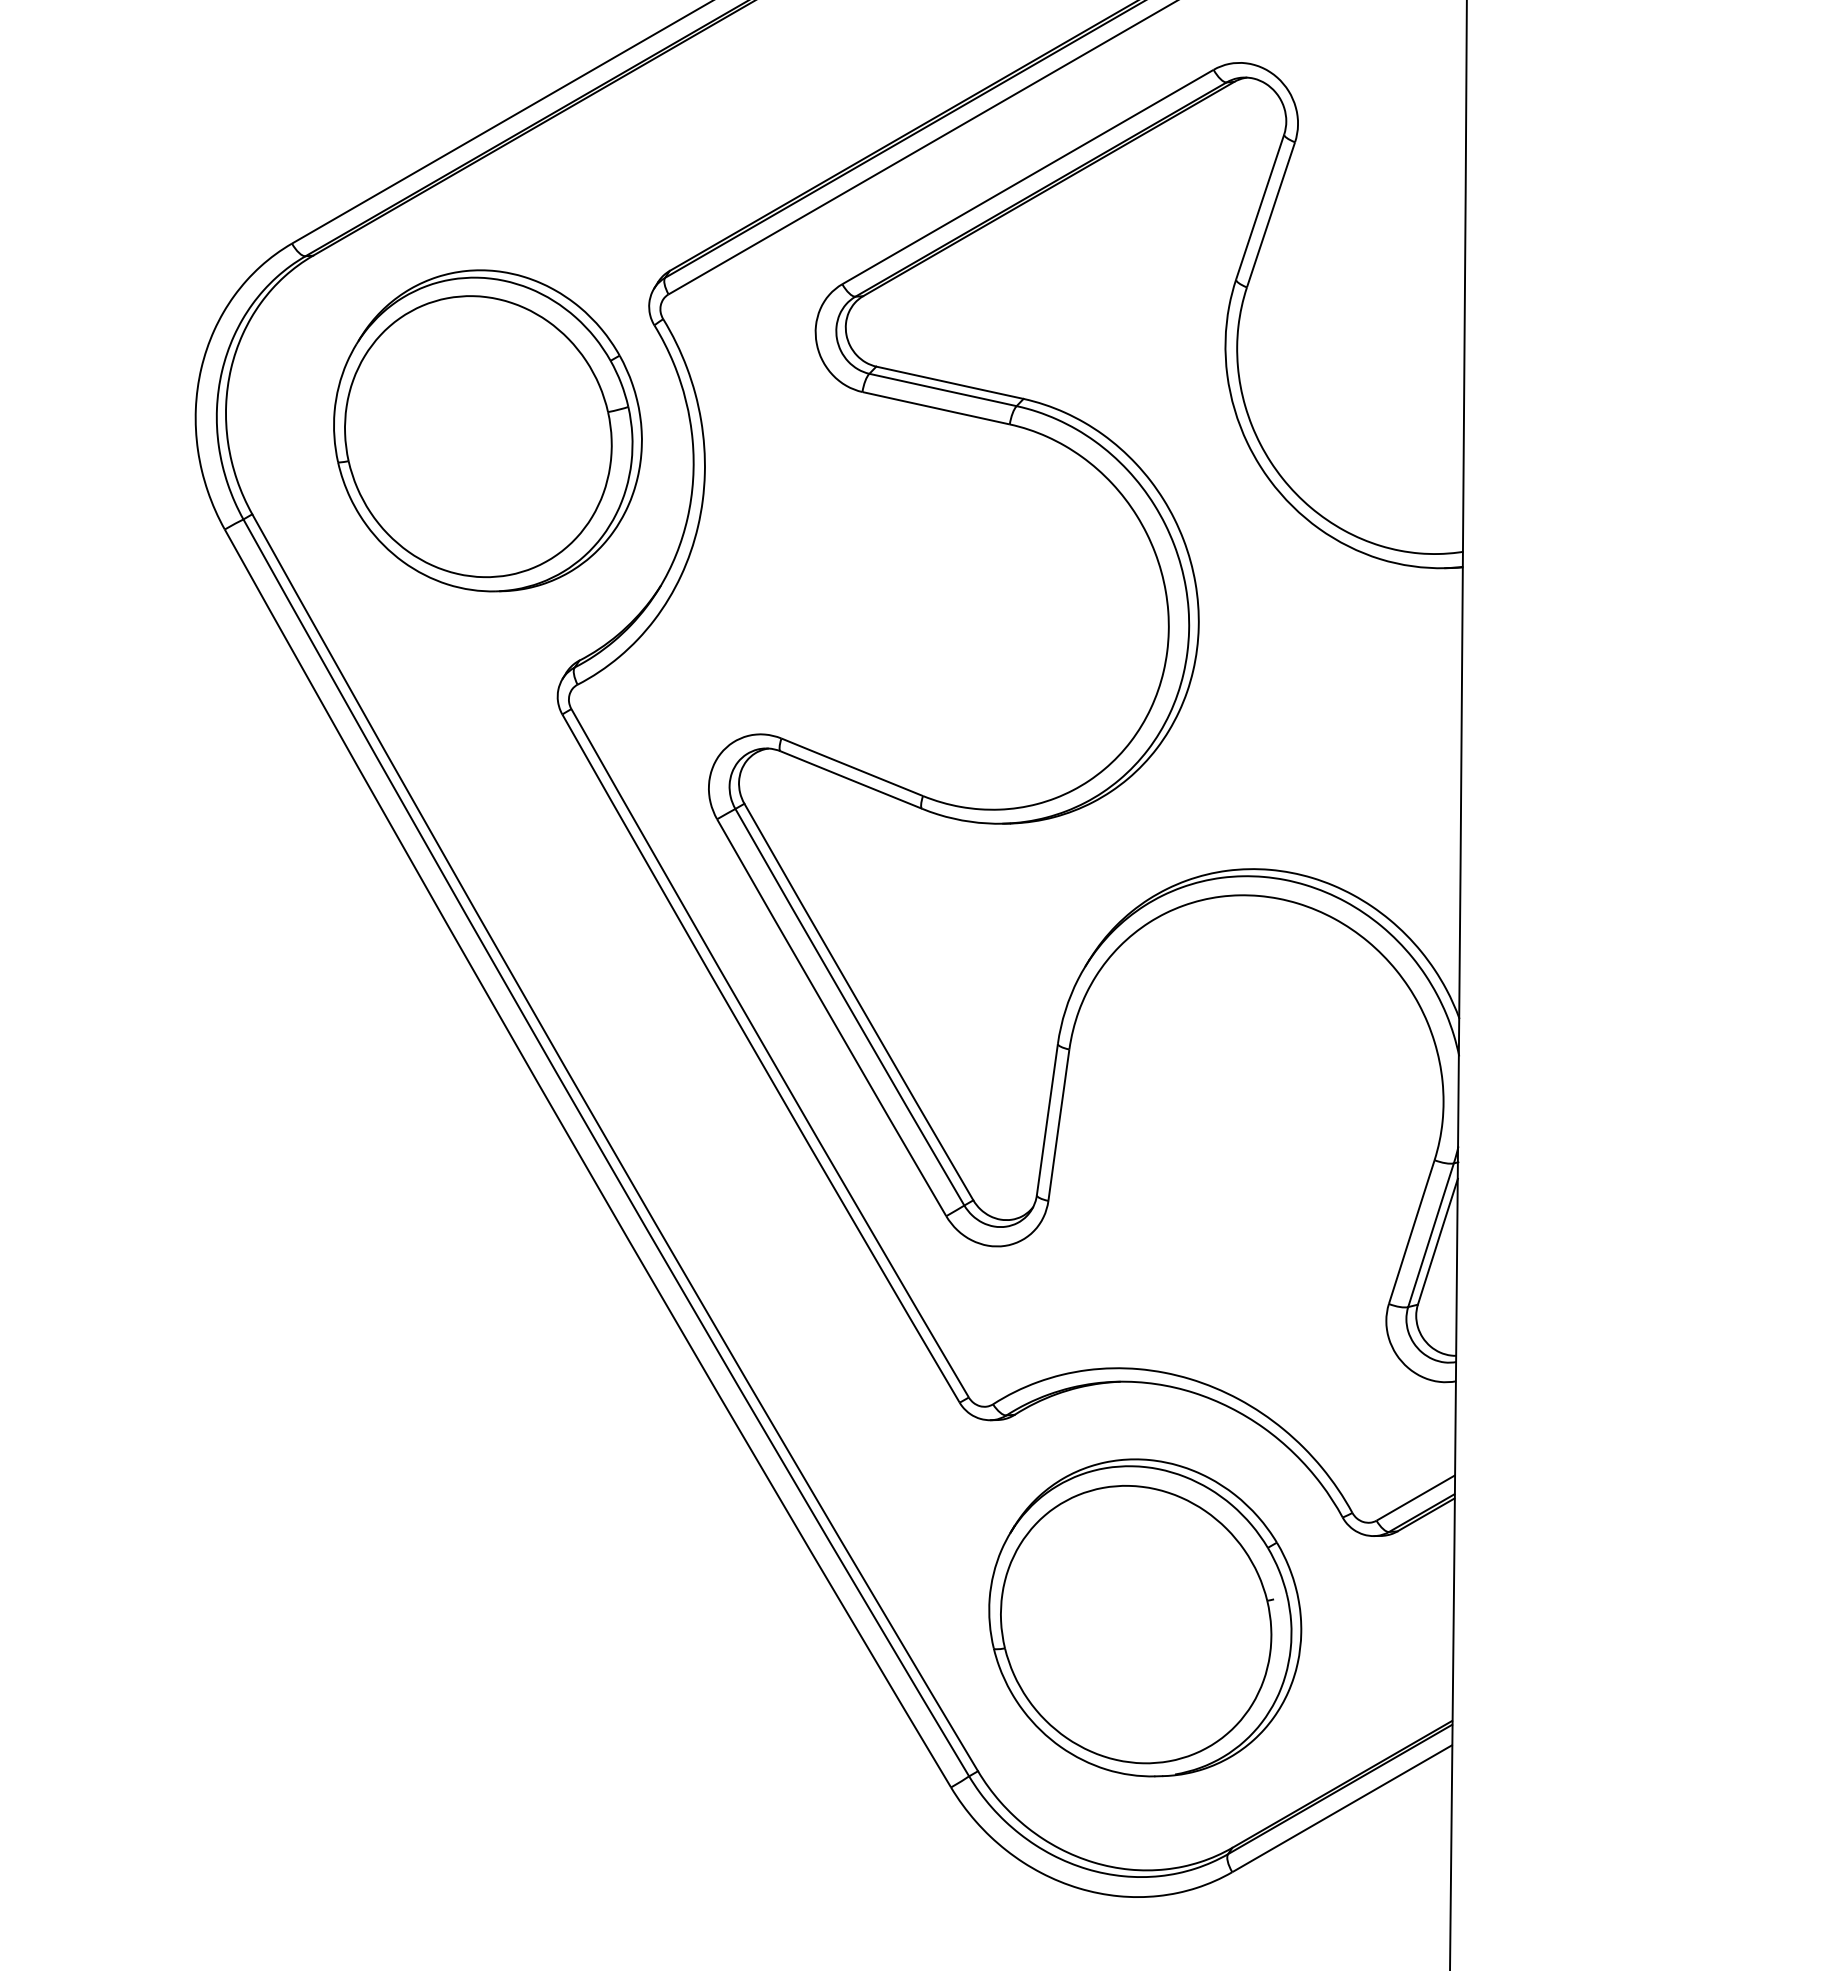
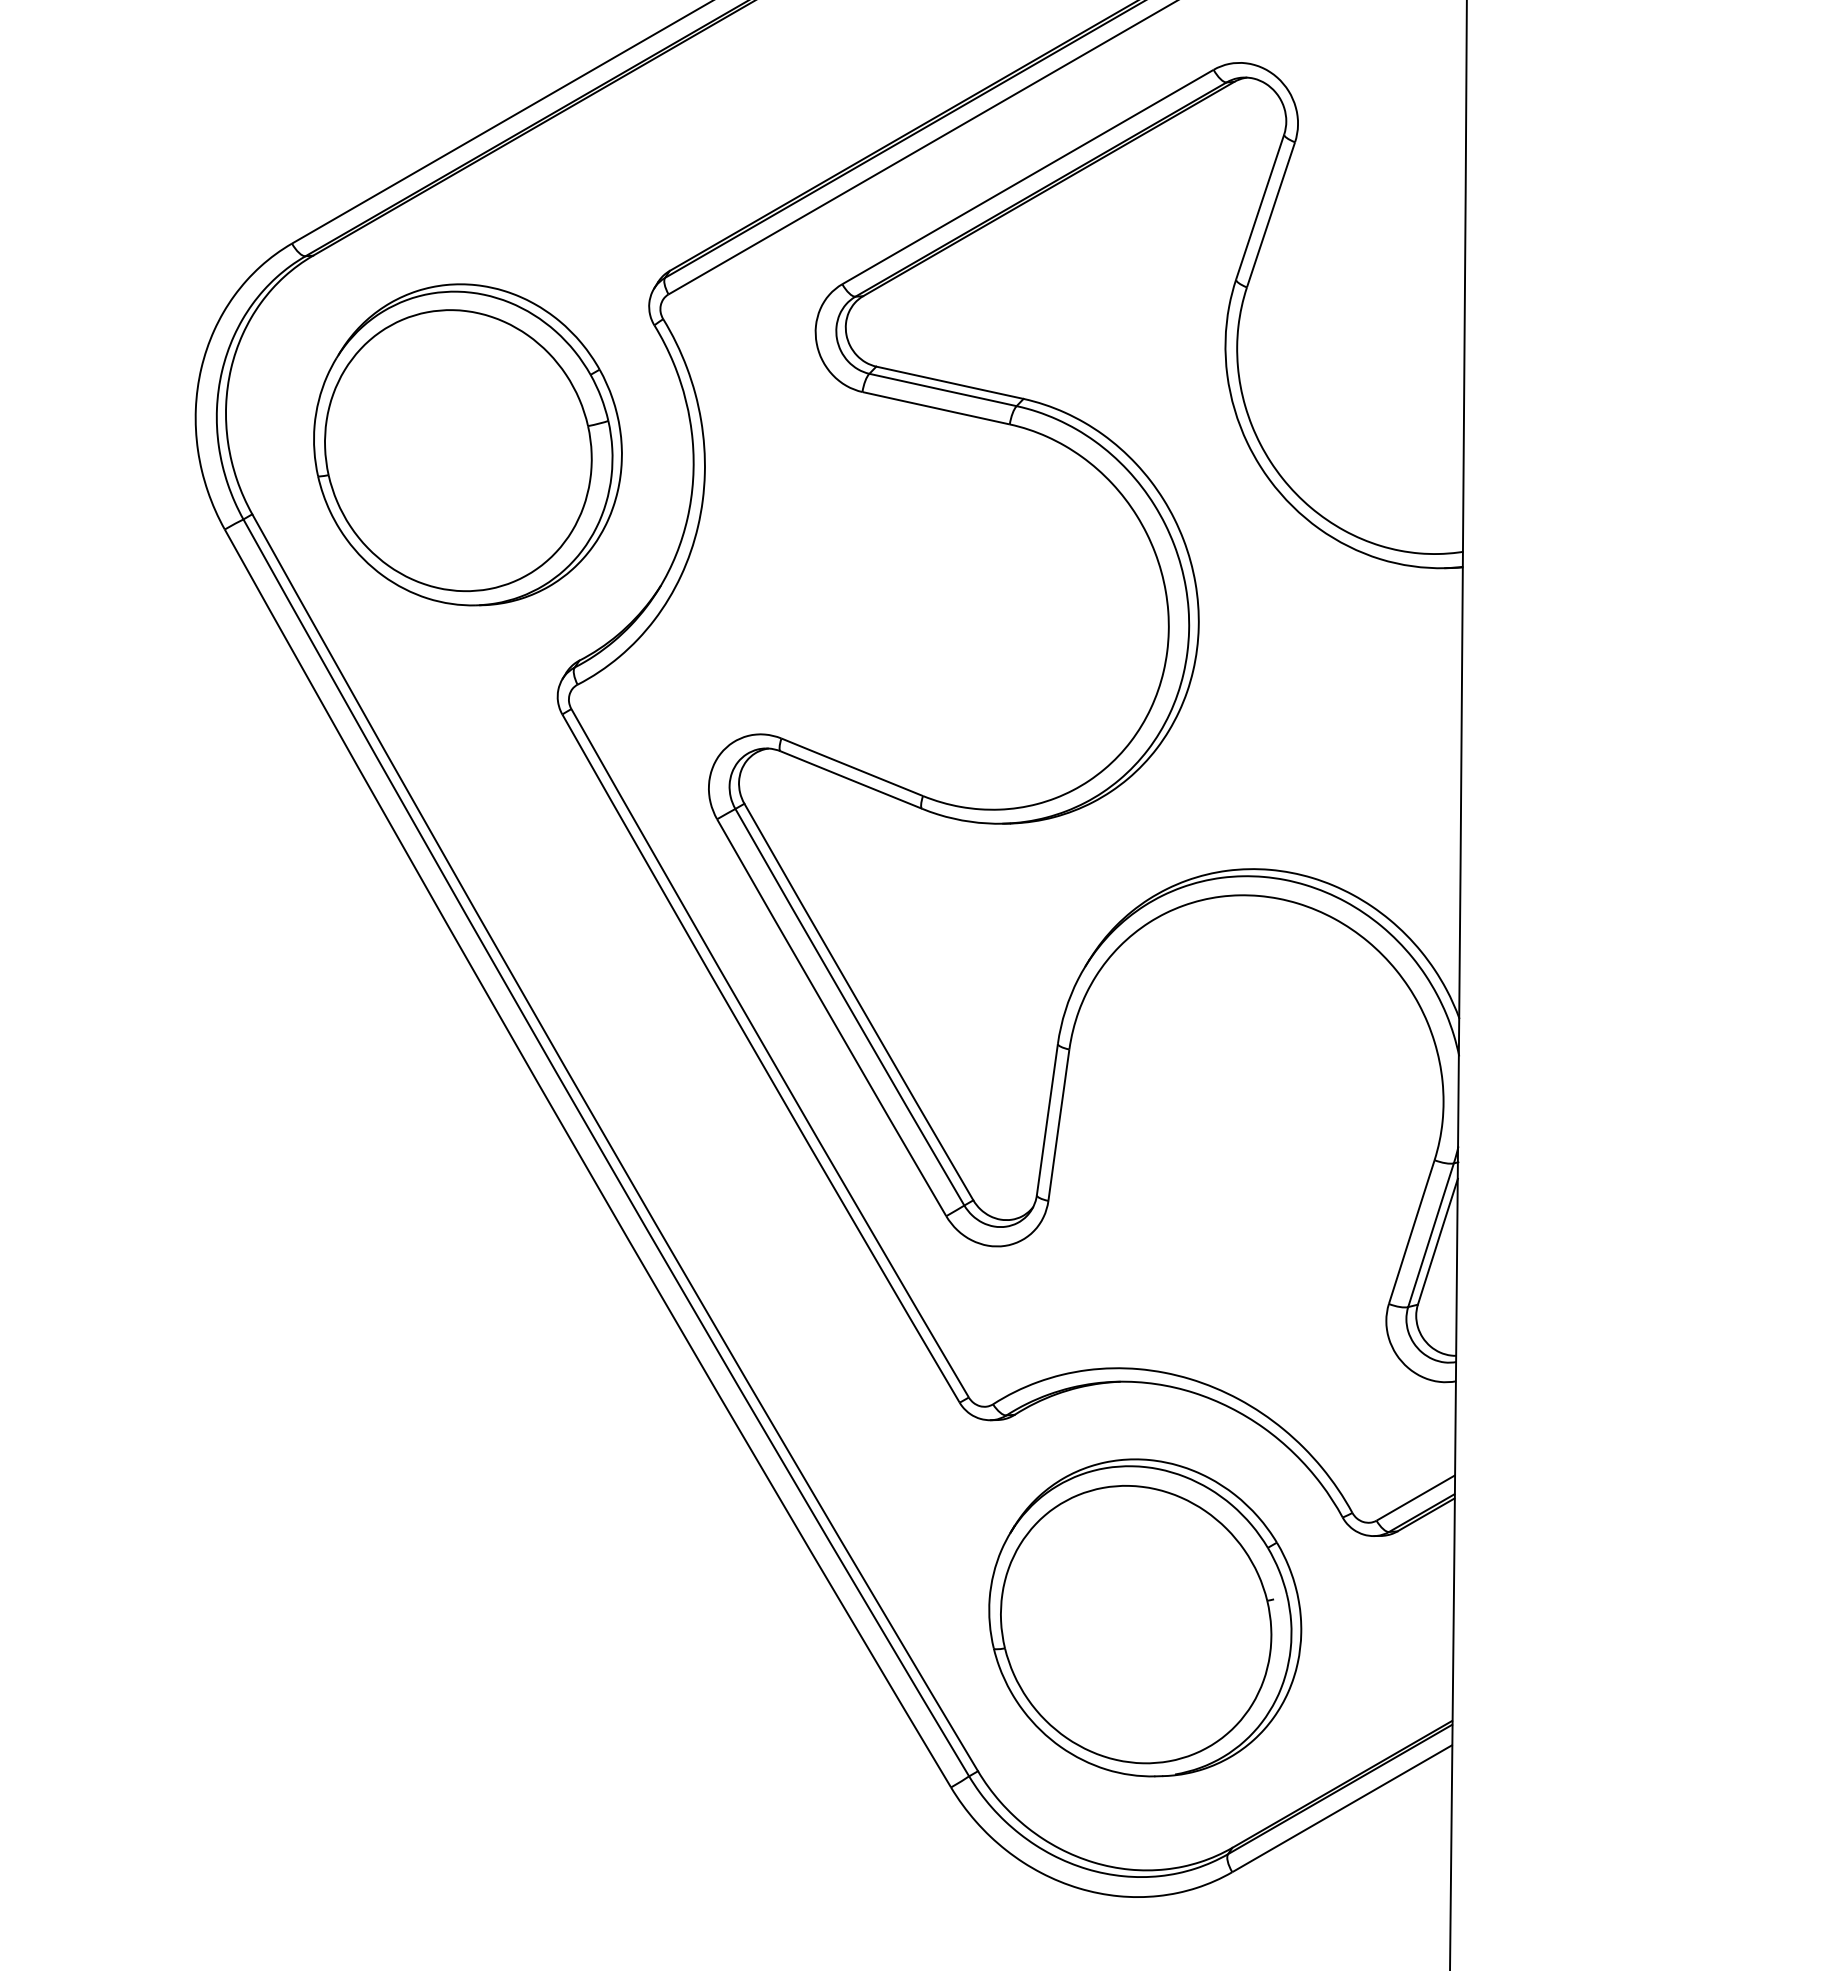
part at (487, 430) position: (487, 430) -> (467, 444)
